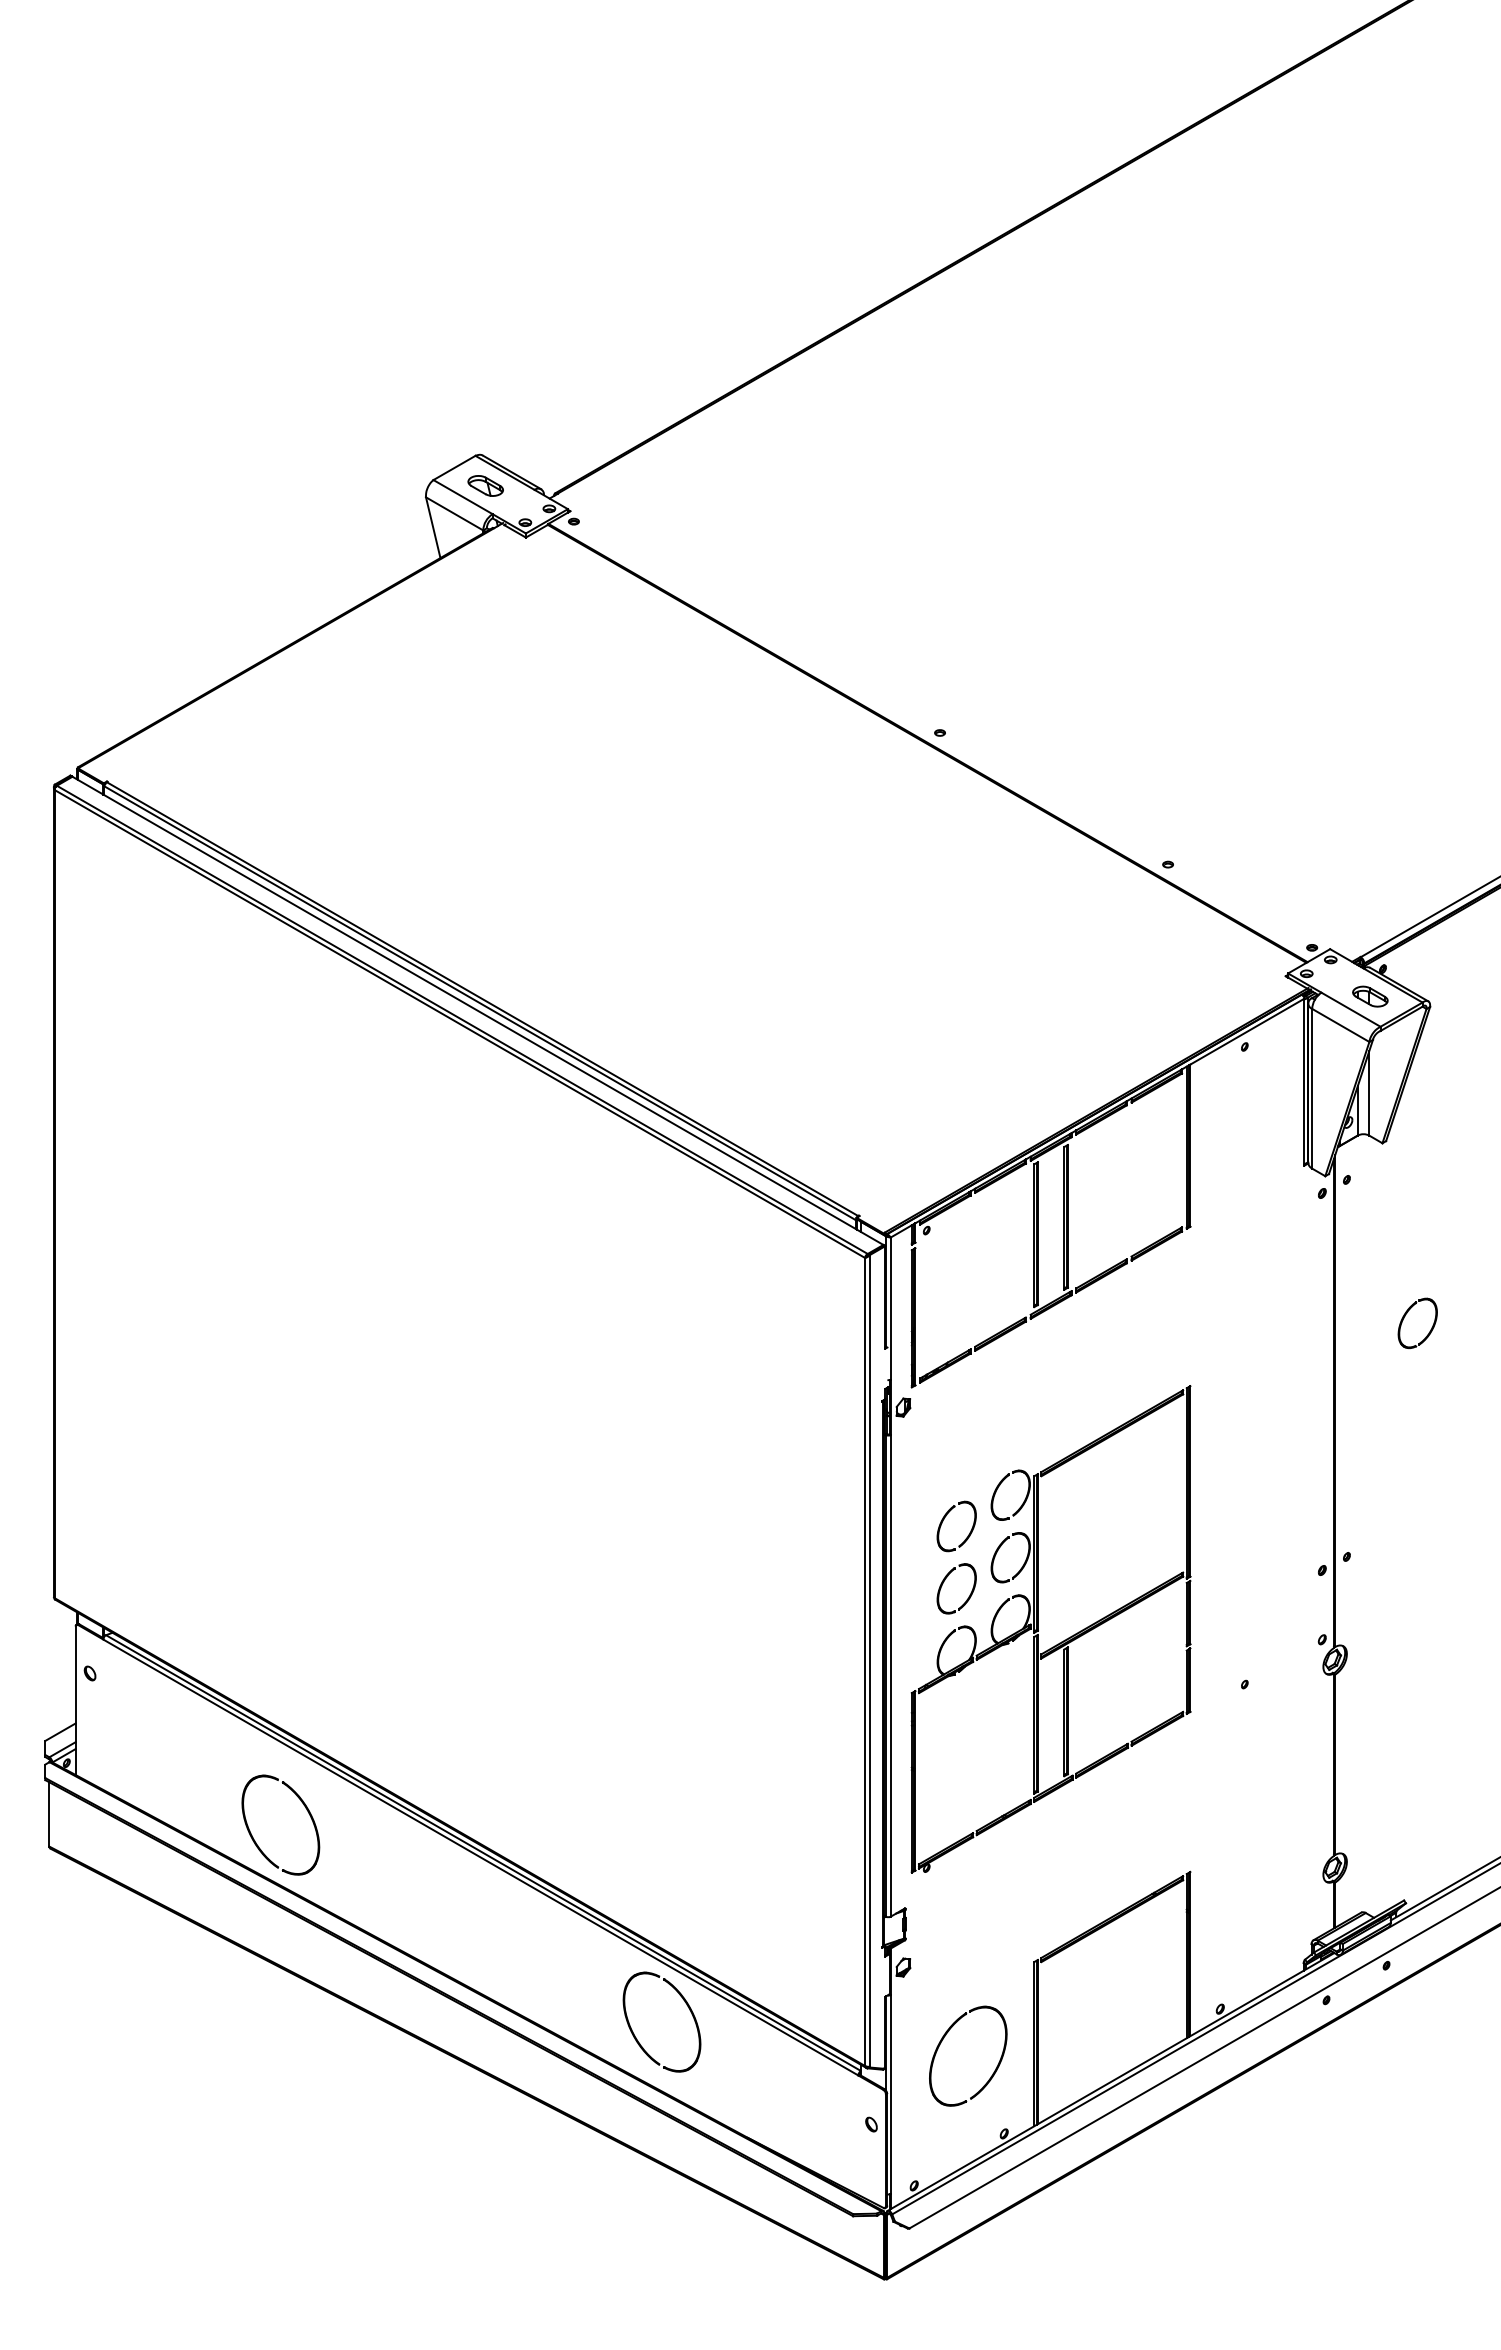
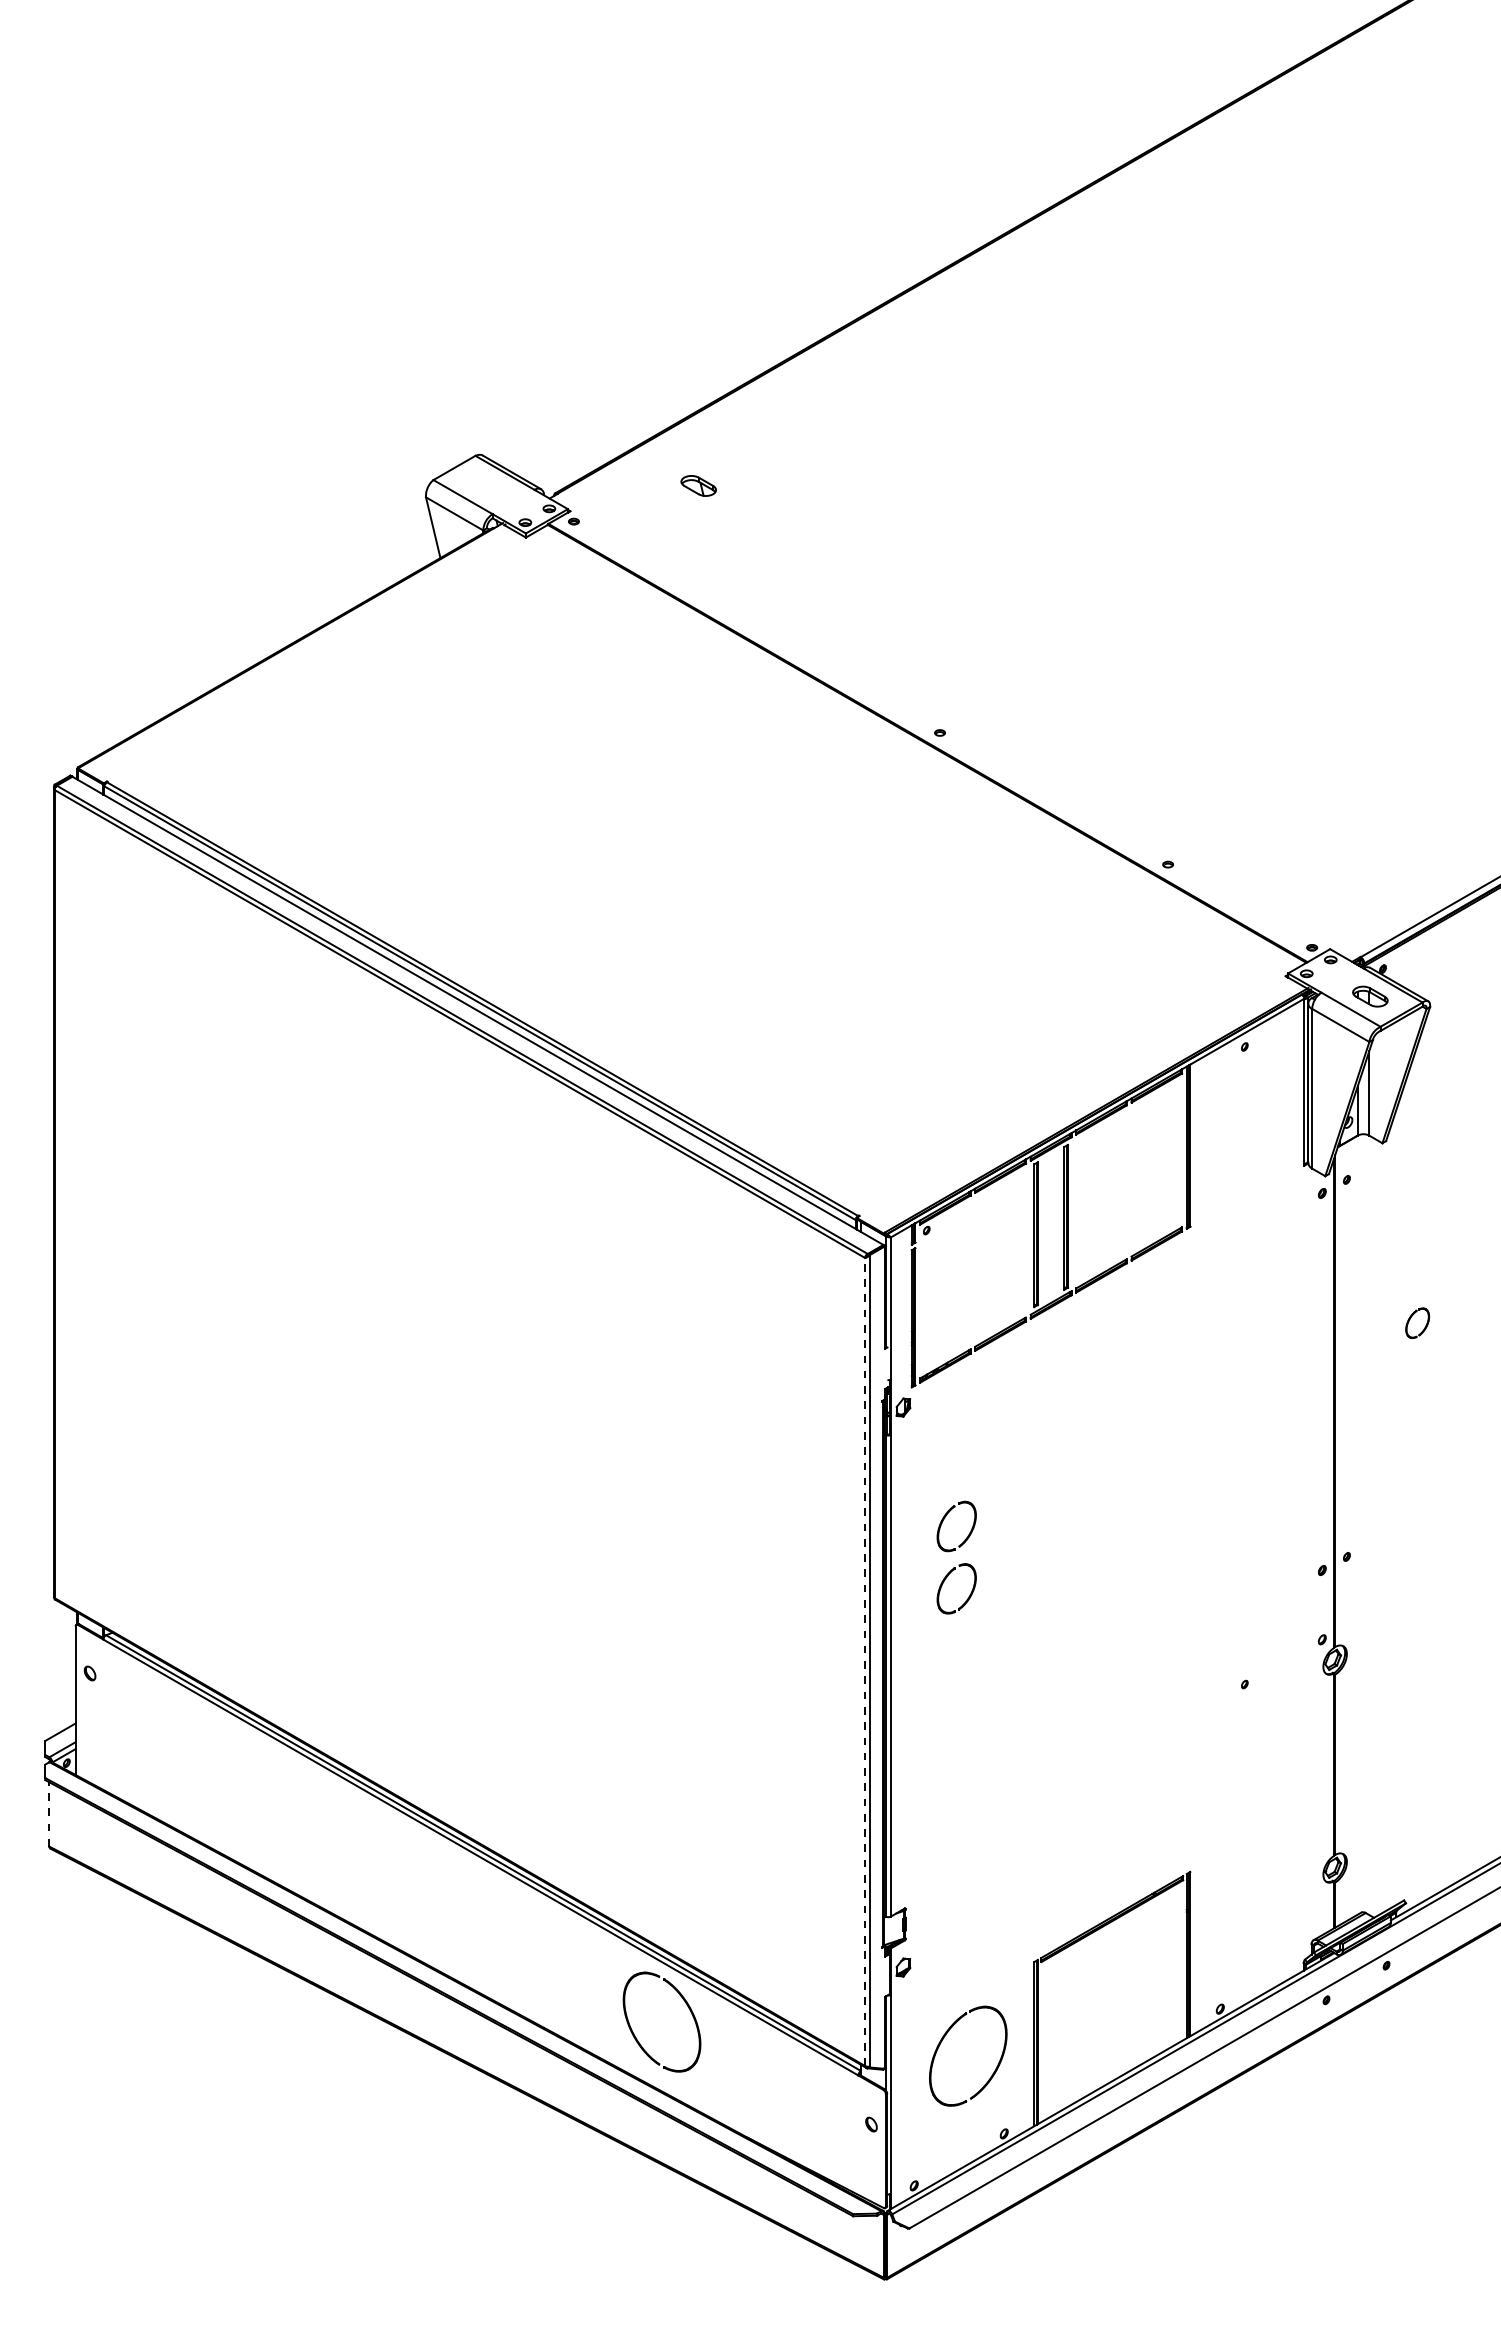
part at (485, 485) position: (485, 485) -> (698, 485)
part at (1417, 1322) size: 41x52 px -> 26x32 px
part at (1038, 1629): present -> none
line at (865, 1661): solid -> dashed
part at (306, 1810): present -> none
line at (49, 1814): solid -> dashed
